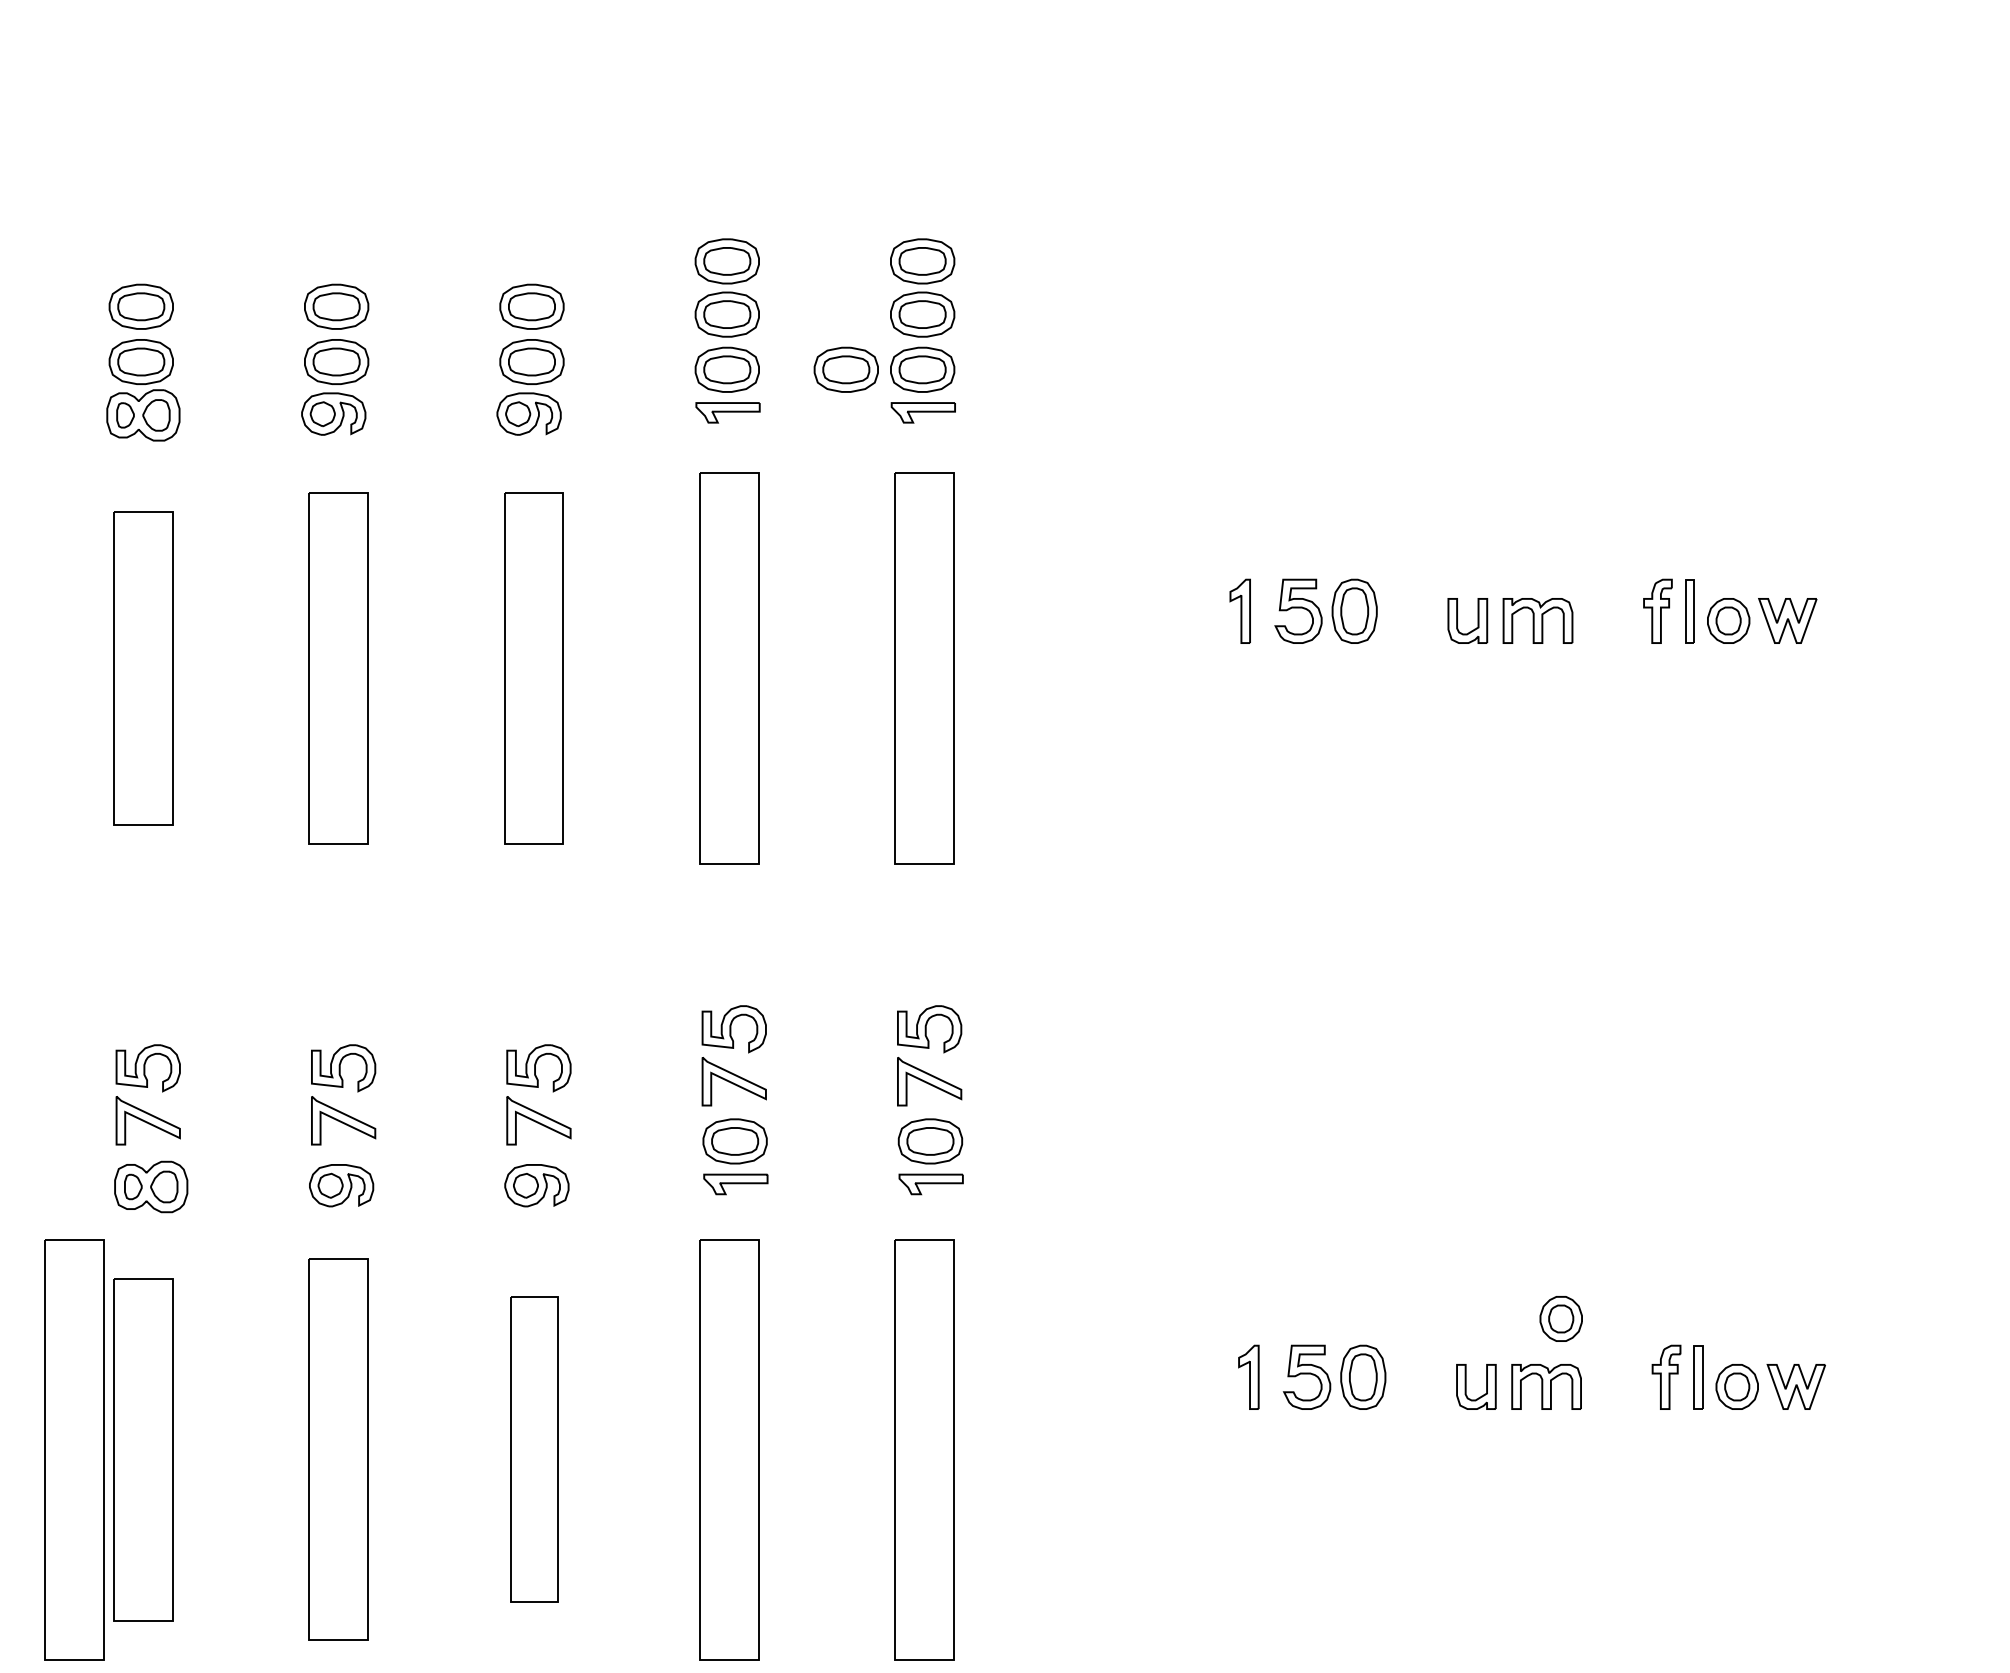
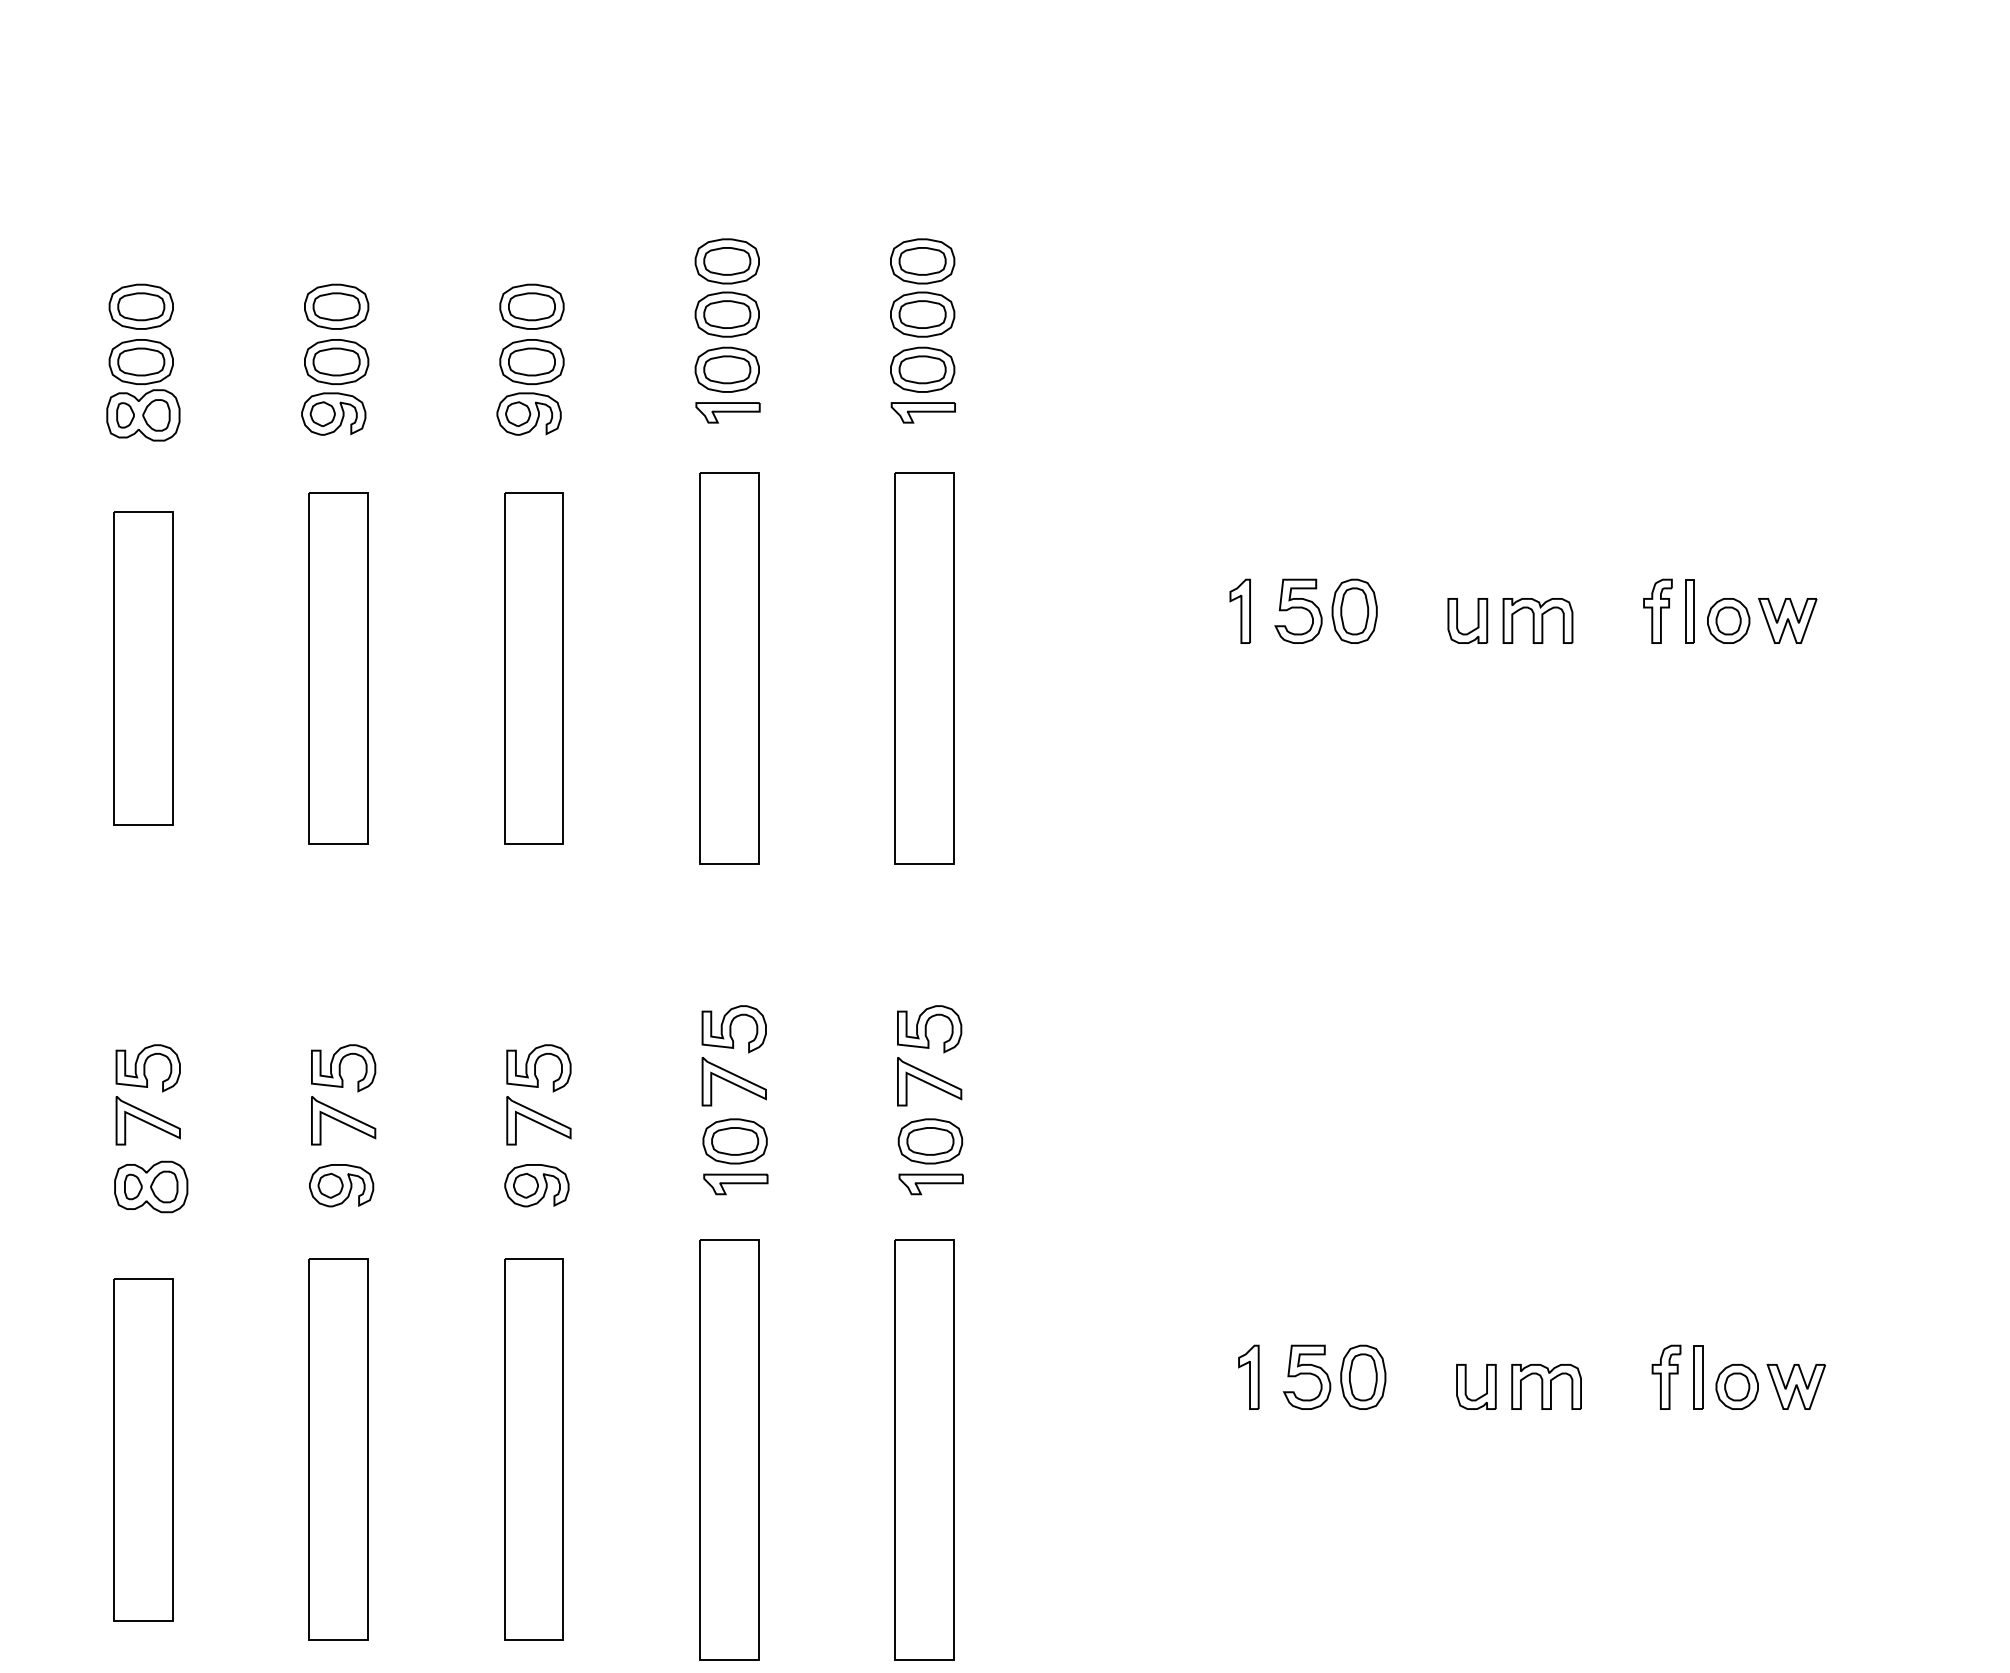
part at (845, 369): present -> none
part at (1560, 1318): present -> none
part at (74, 1449): present -> none
part at (534, 1449) size: 49x307 px -> 60x383 px
